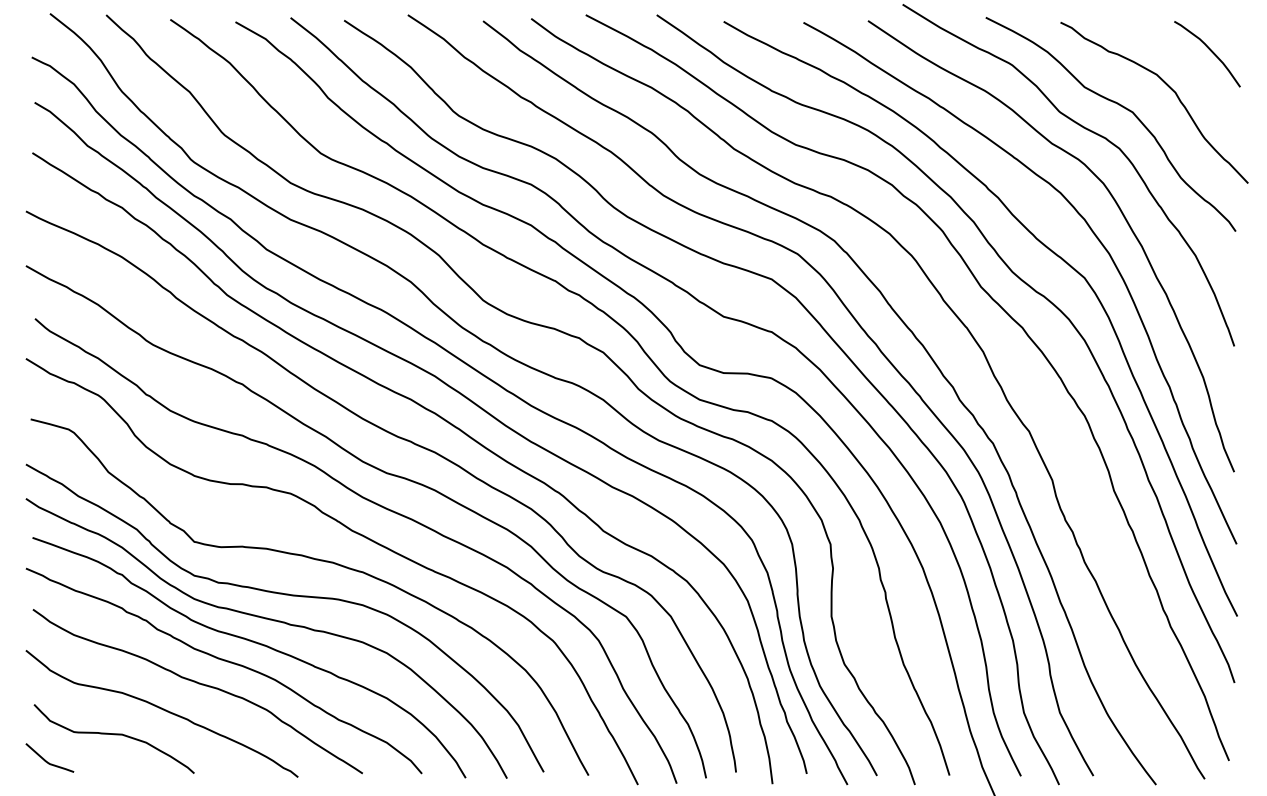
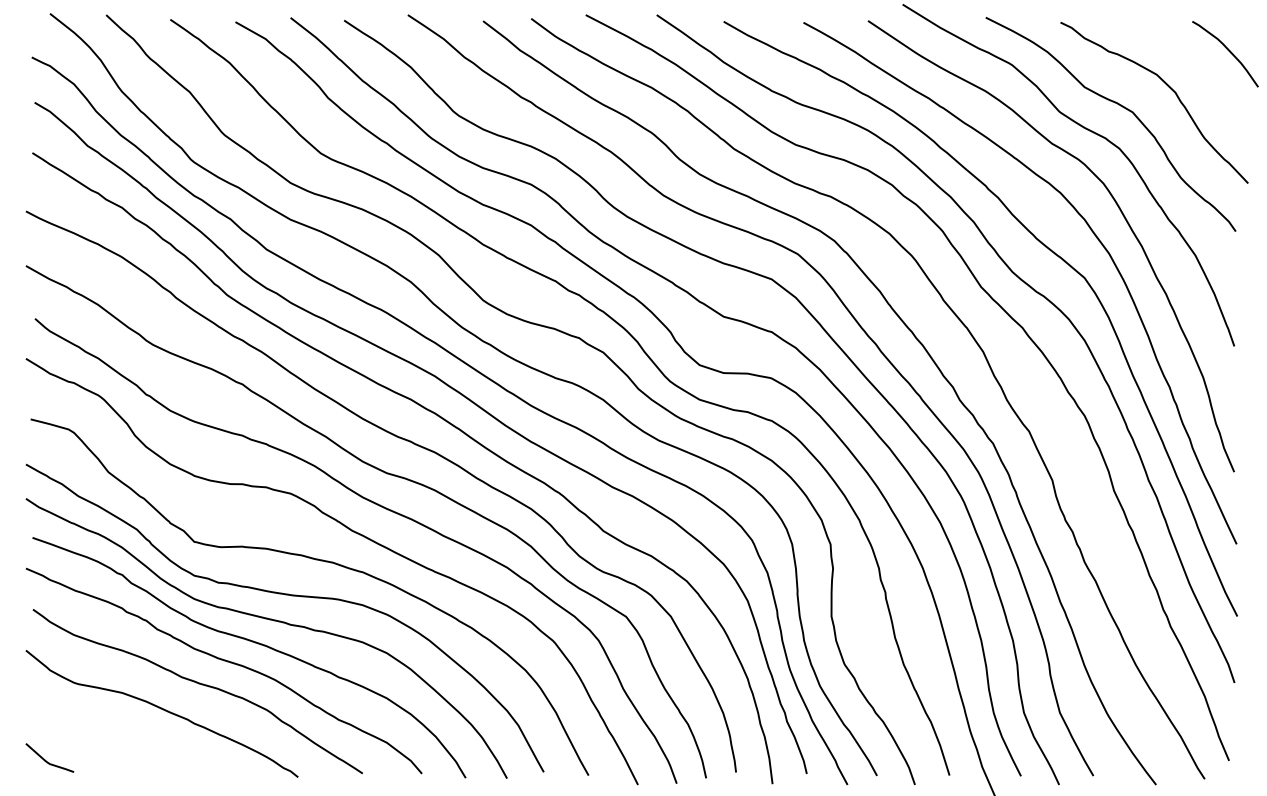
curve at (1210, 51) position: (1210, 51) -> (1228, 51)
curve at (114, 735): present -> none
